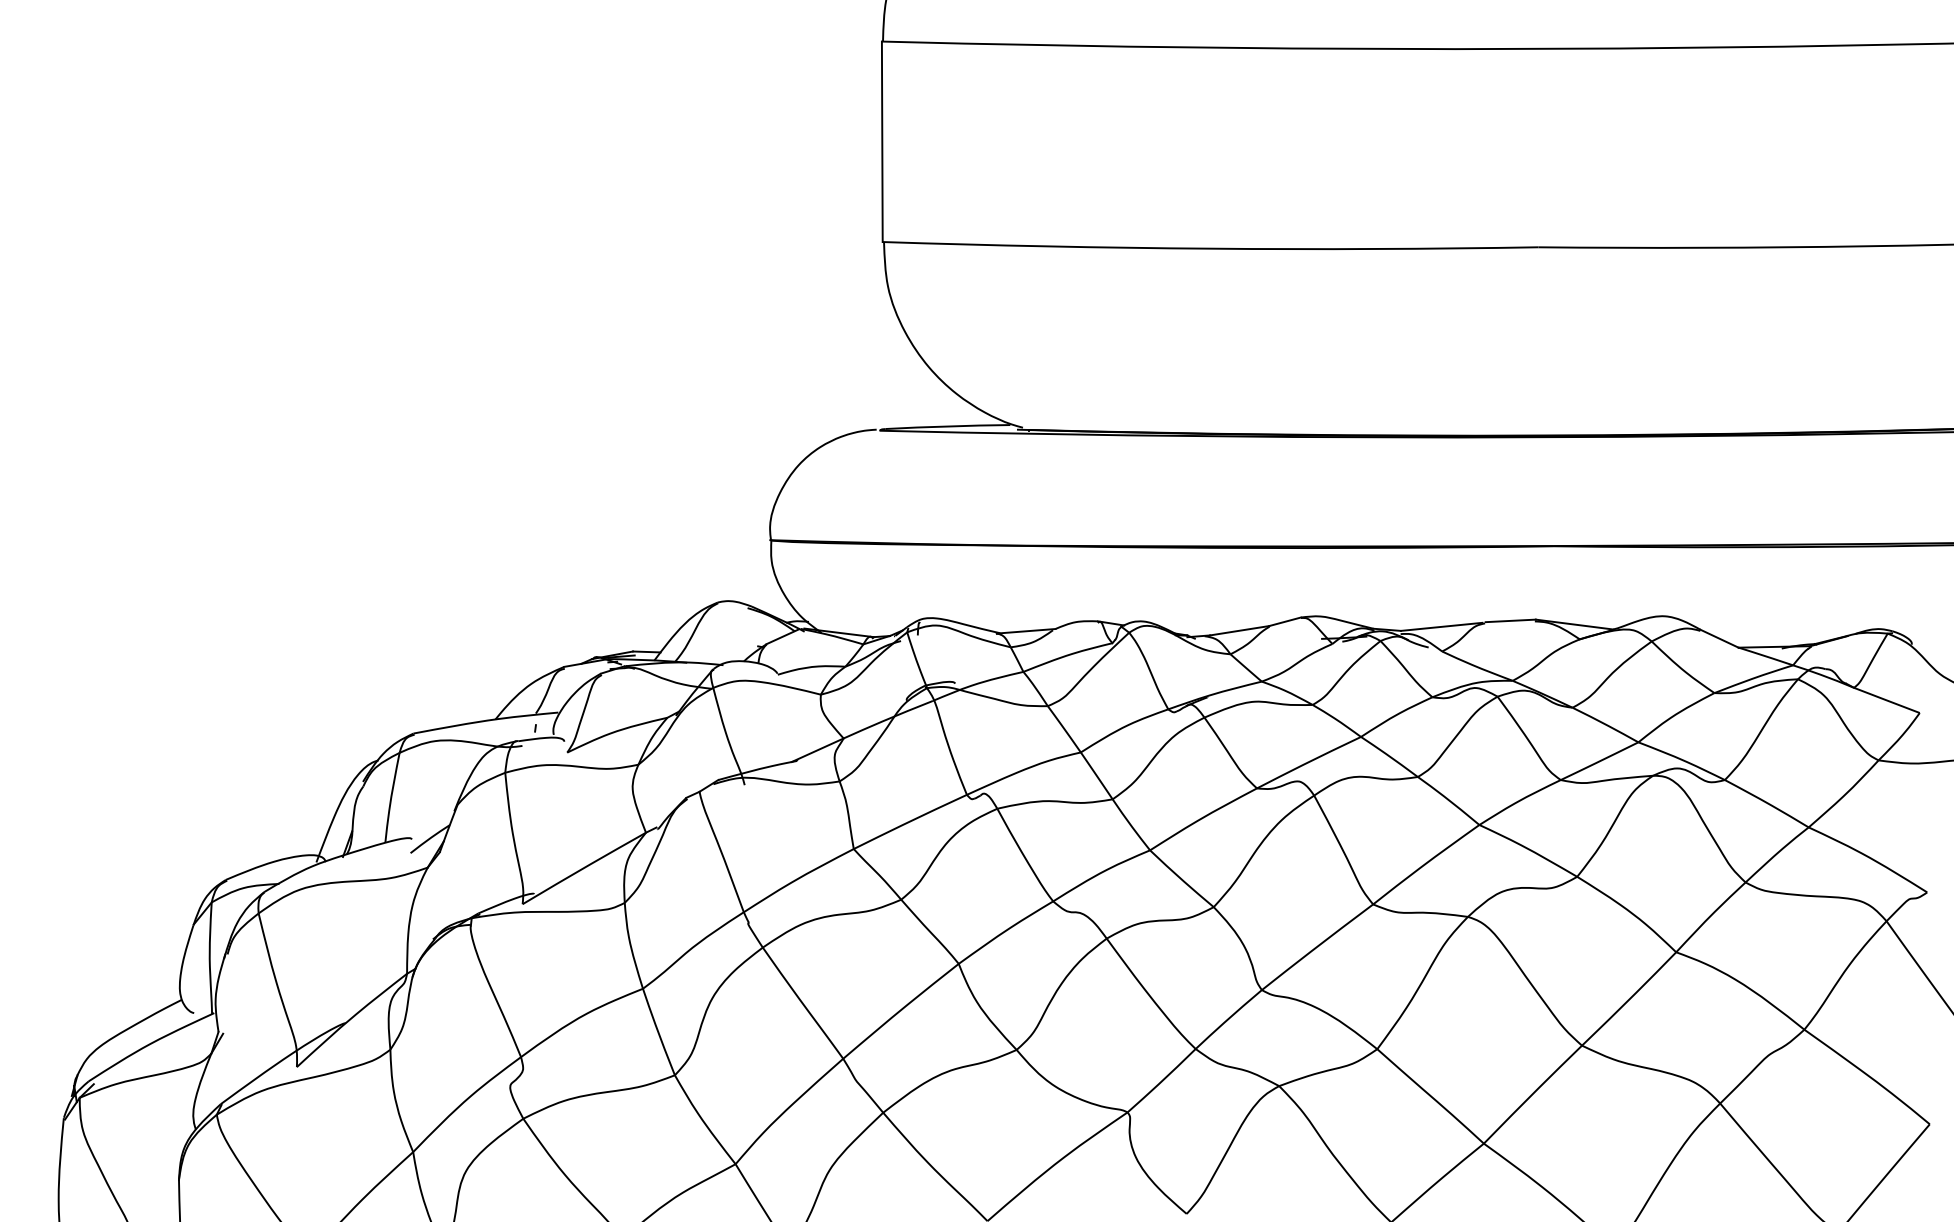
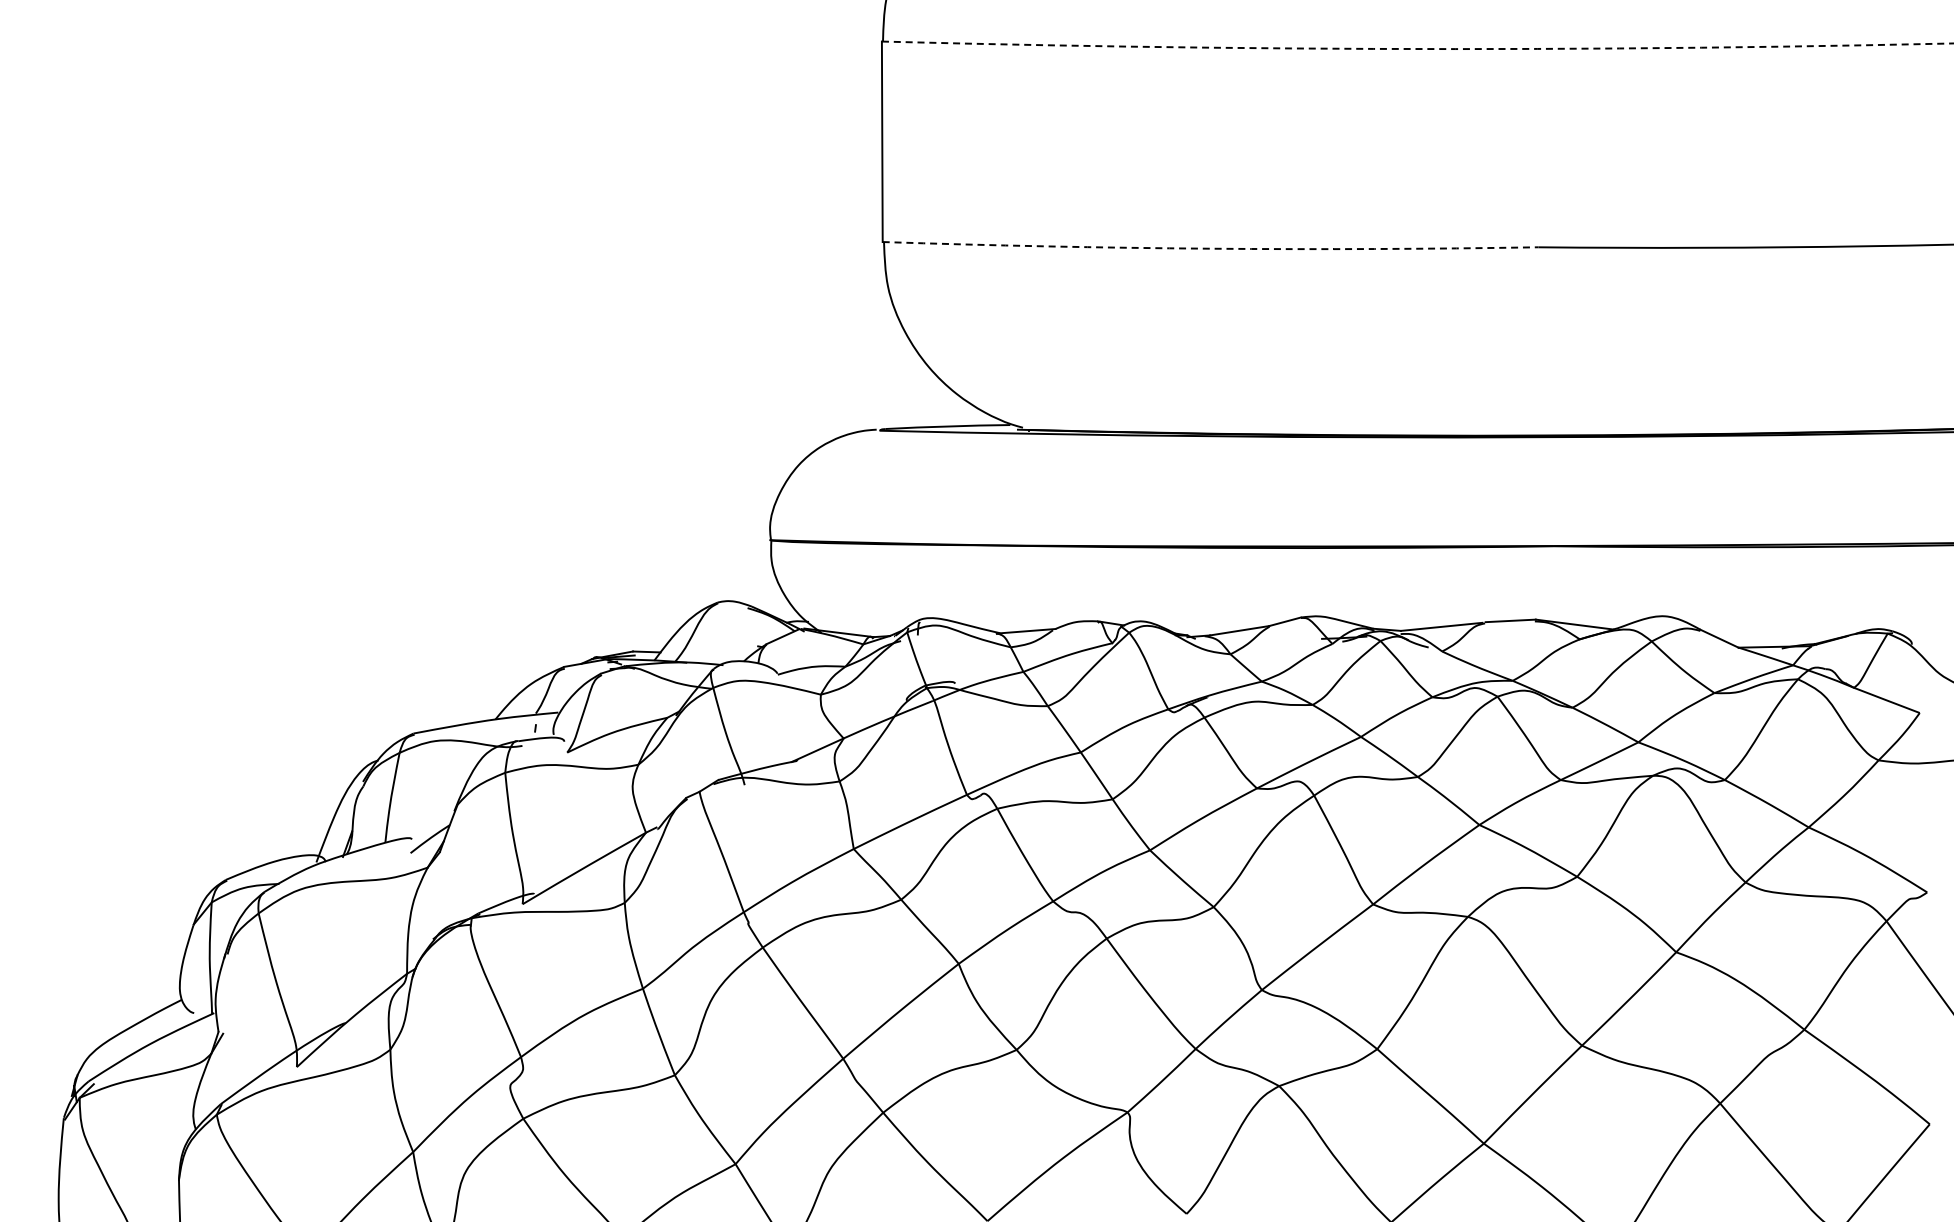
arc at (1418, 49): solid -> dashed
arc at (1210, 248): solid -> dashed
